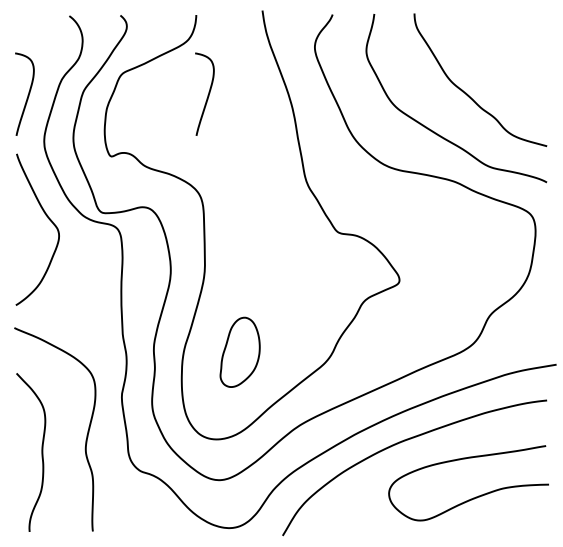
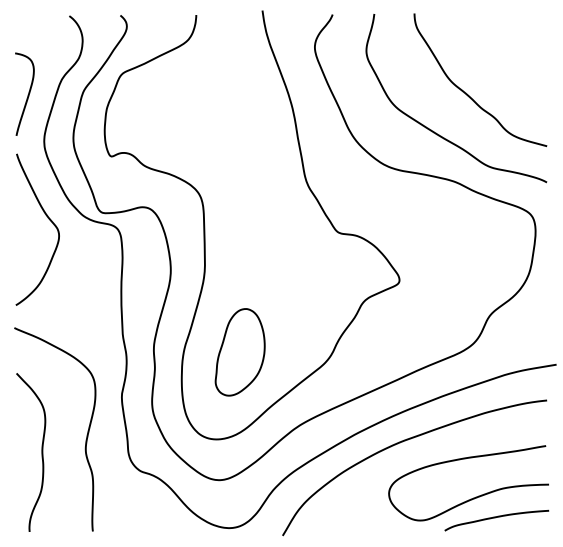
curve at (207, 95): present -> none
part at (239, 351) size: 42x72 px -> 52x89 px
curve at (495, 518): none -> present
